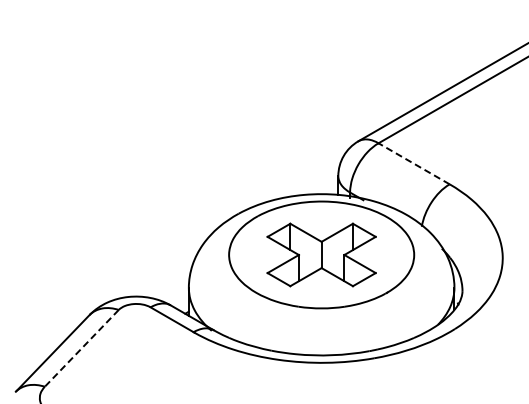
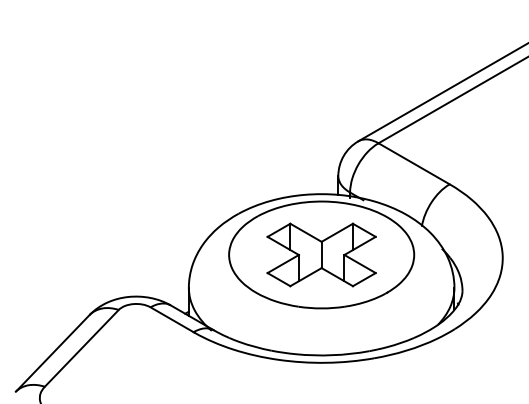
line at (413, 163): dashed -> solid
line at (81, 348): dashed -> solid
